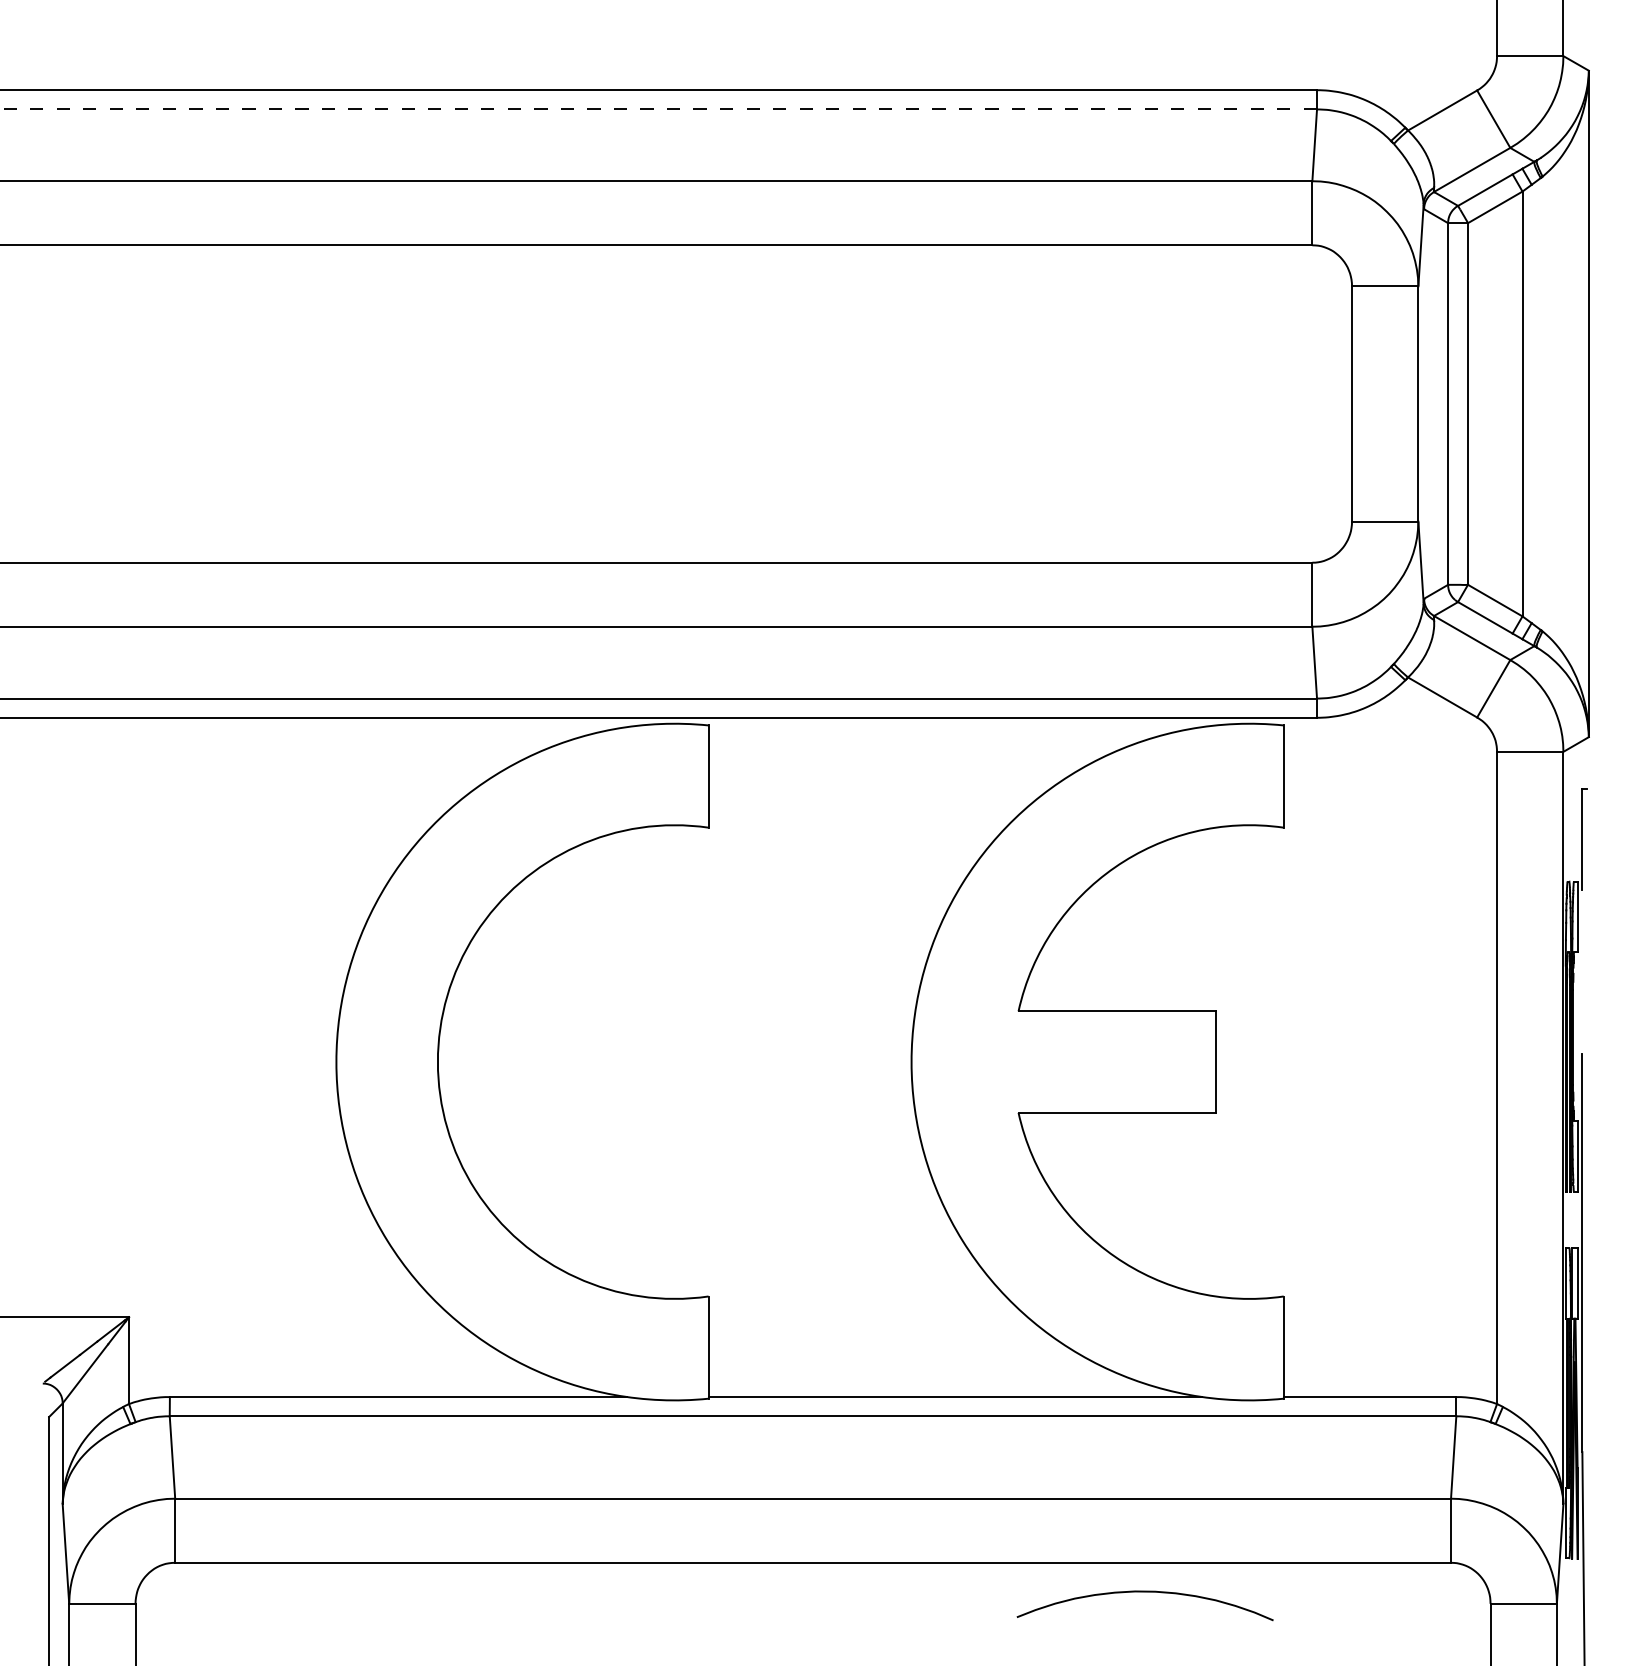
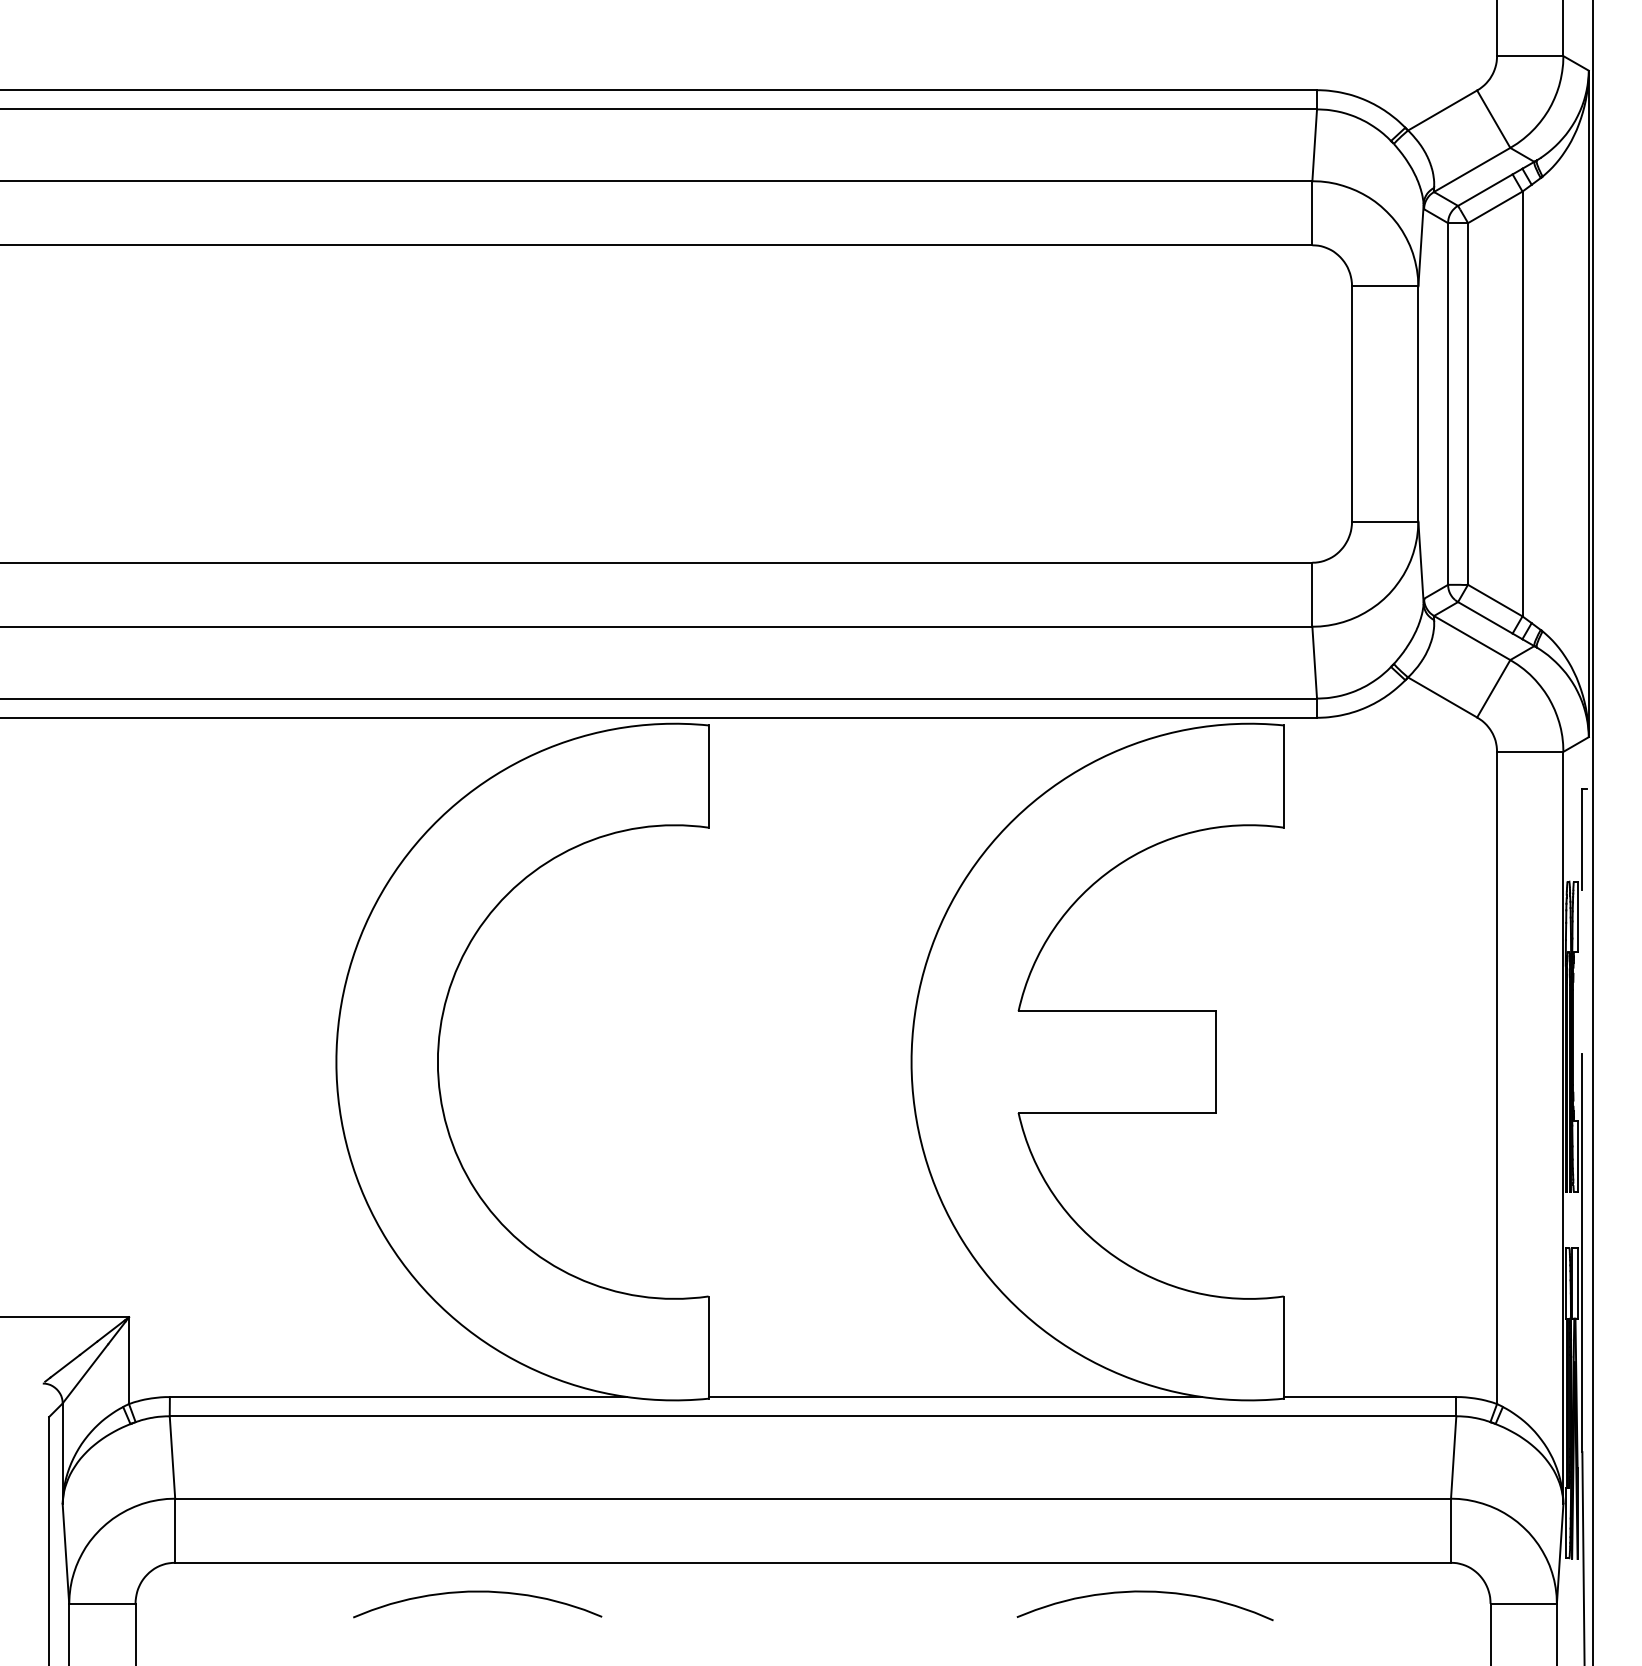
line at (658, 109): dashed -> solid
line at (1592, 832): none -> present
curve at (477, 1592): none -> present
